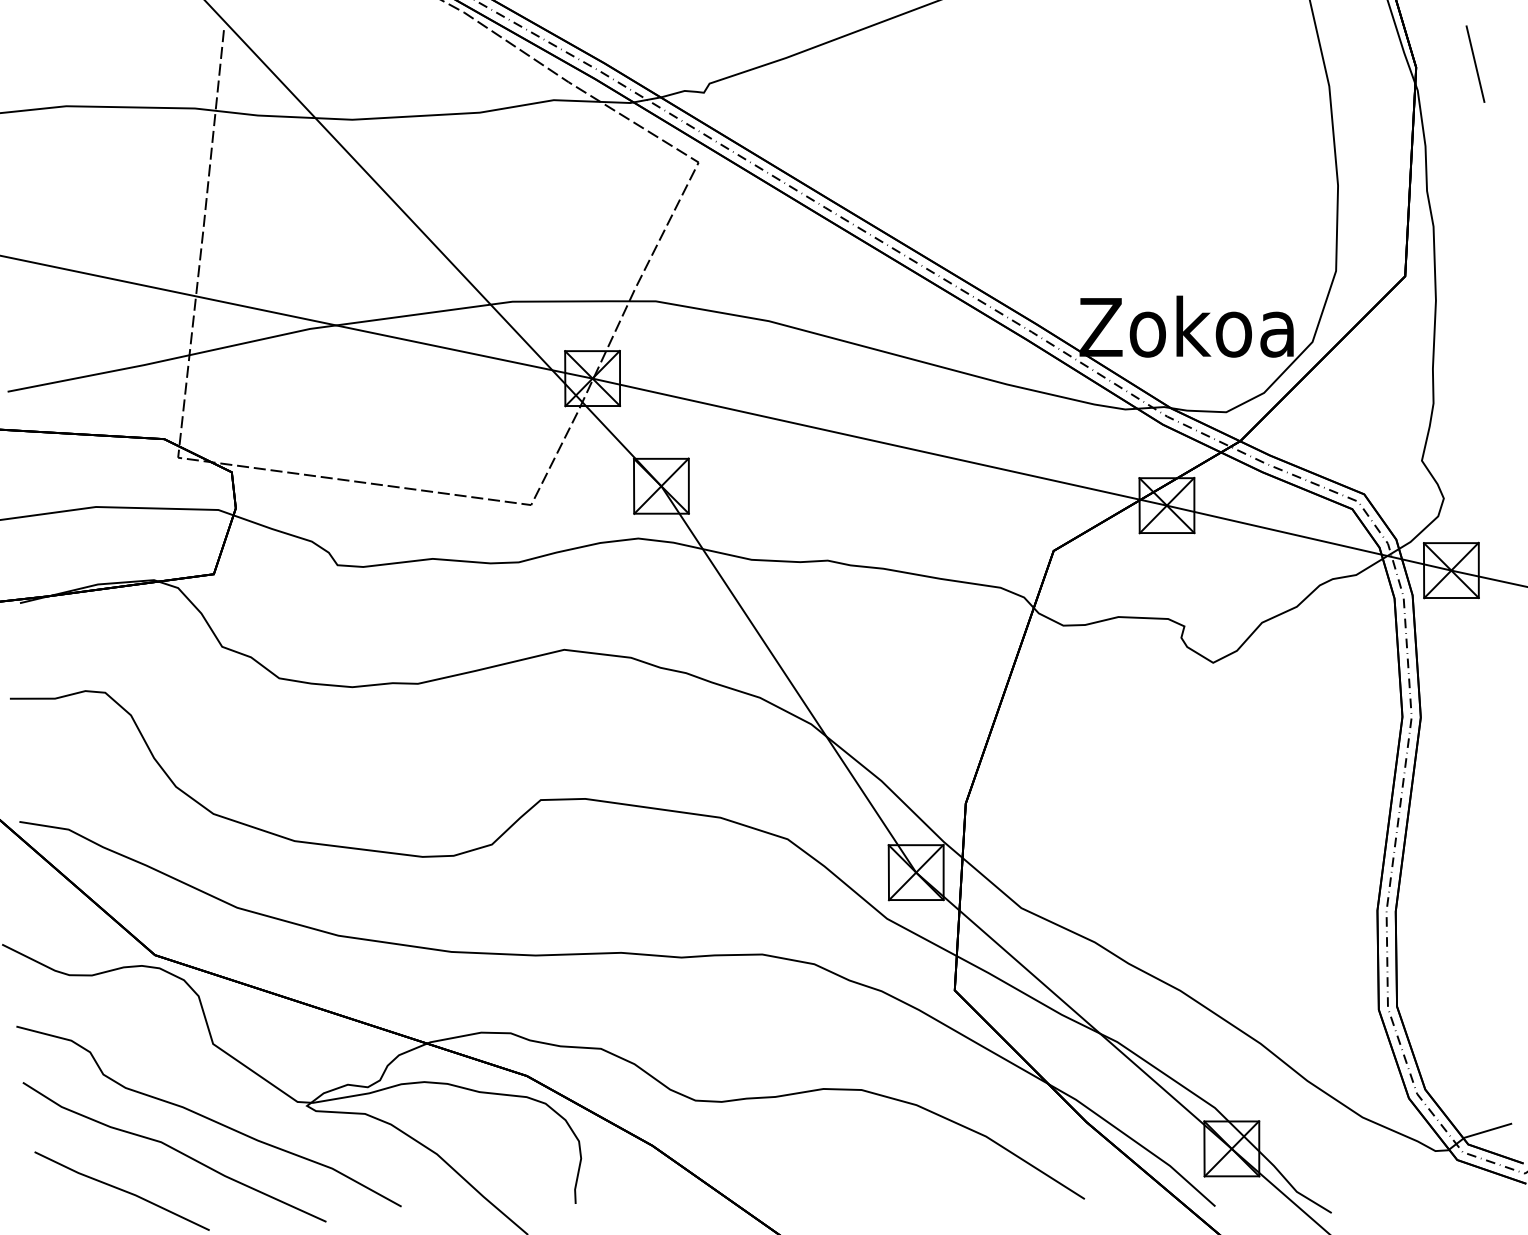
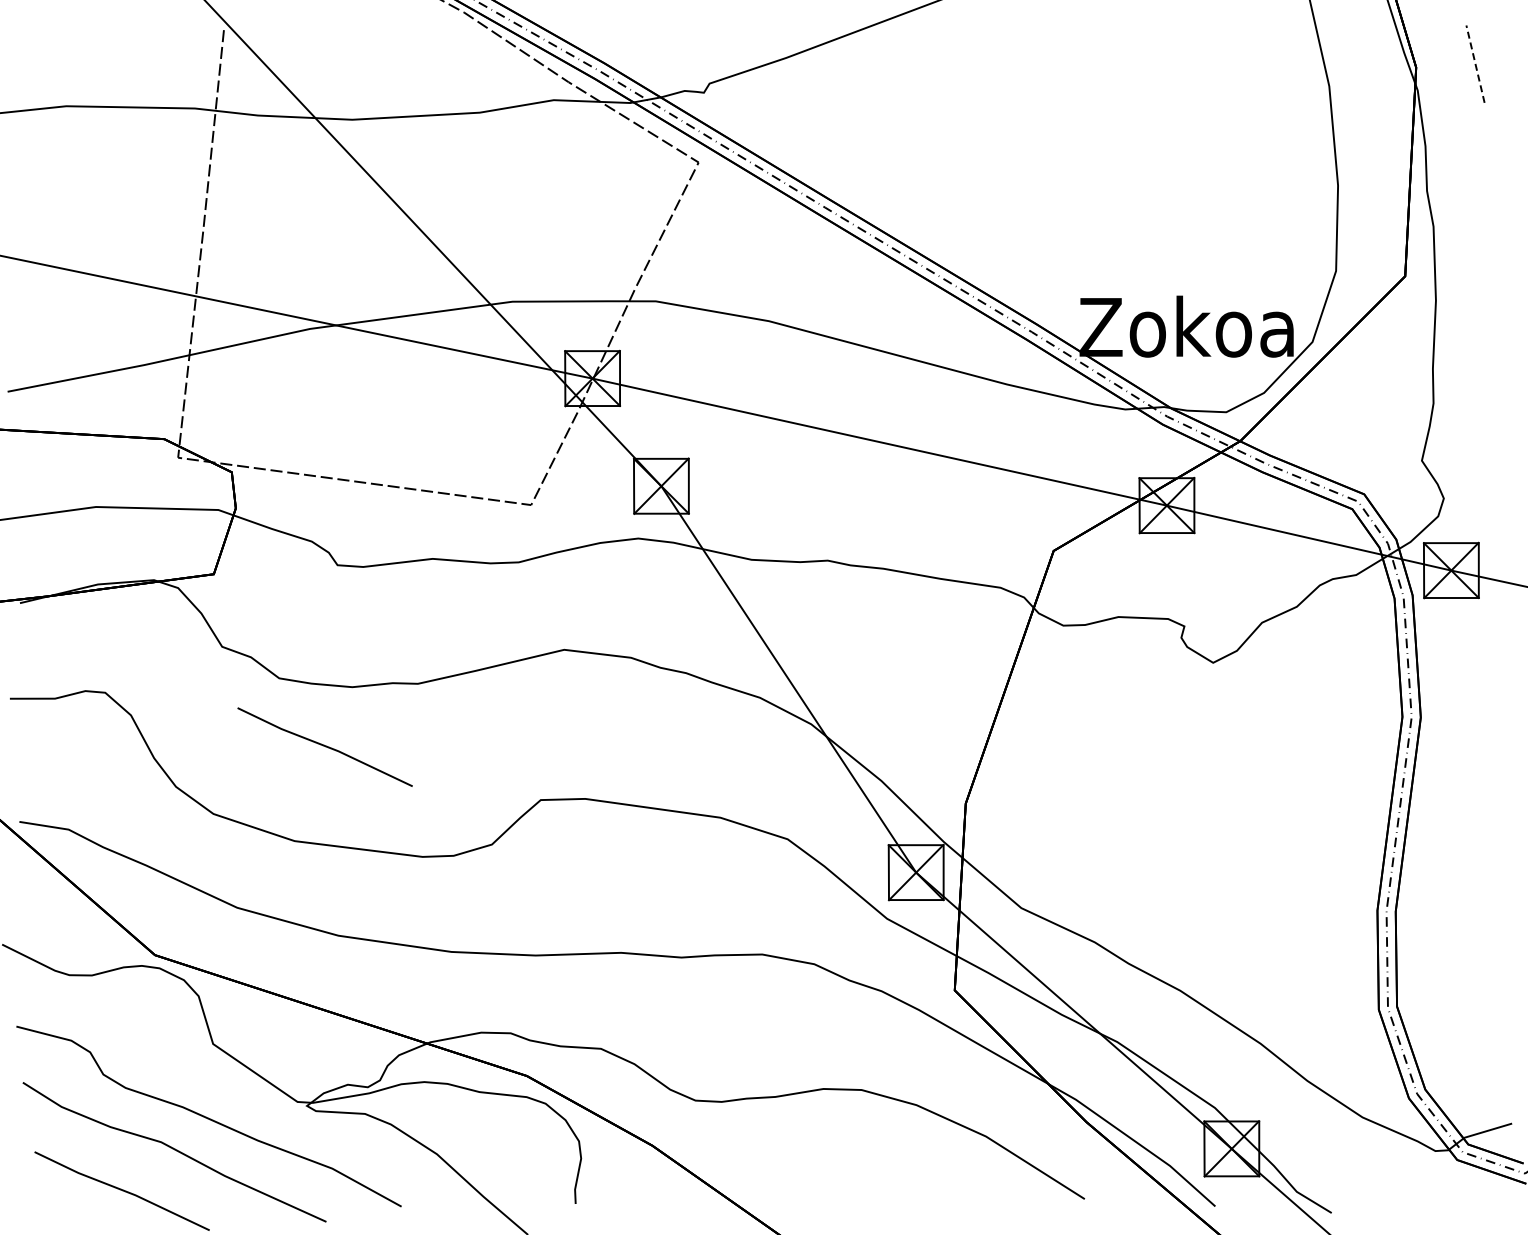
line at (1475, 64): solid -> dashed
line at (324, 746): none -> present
